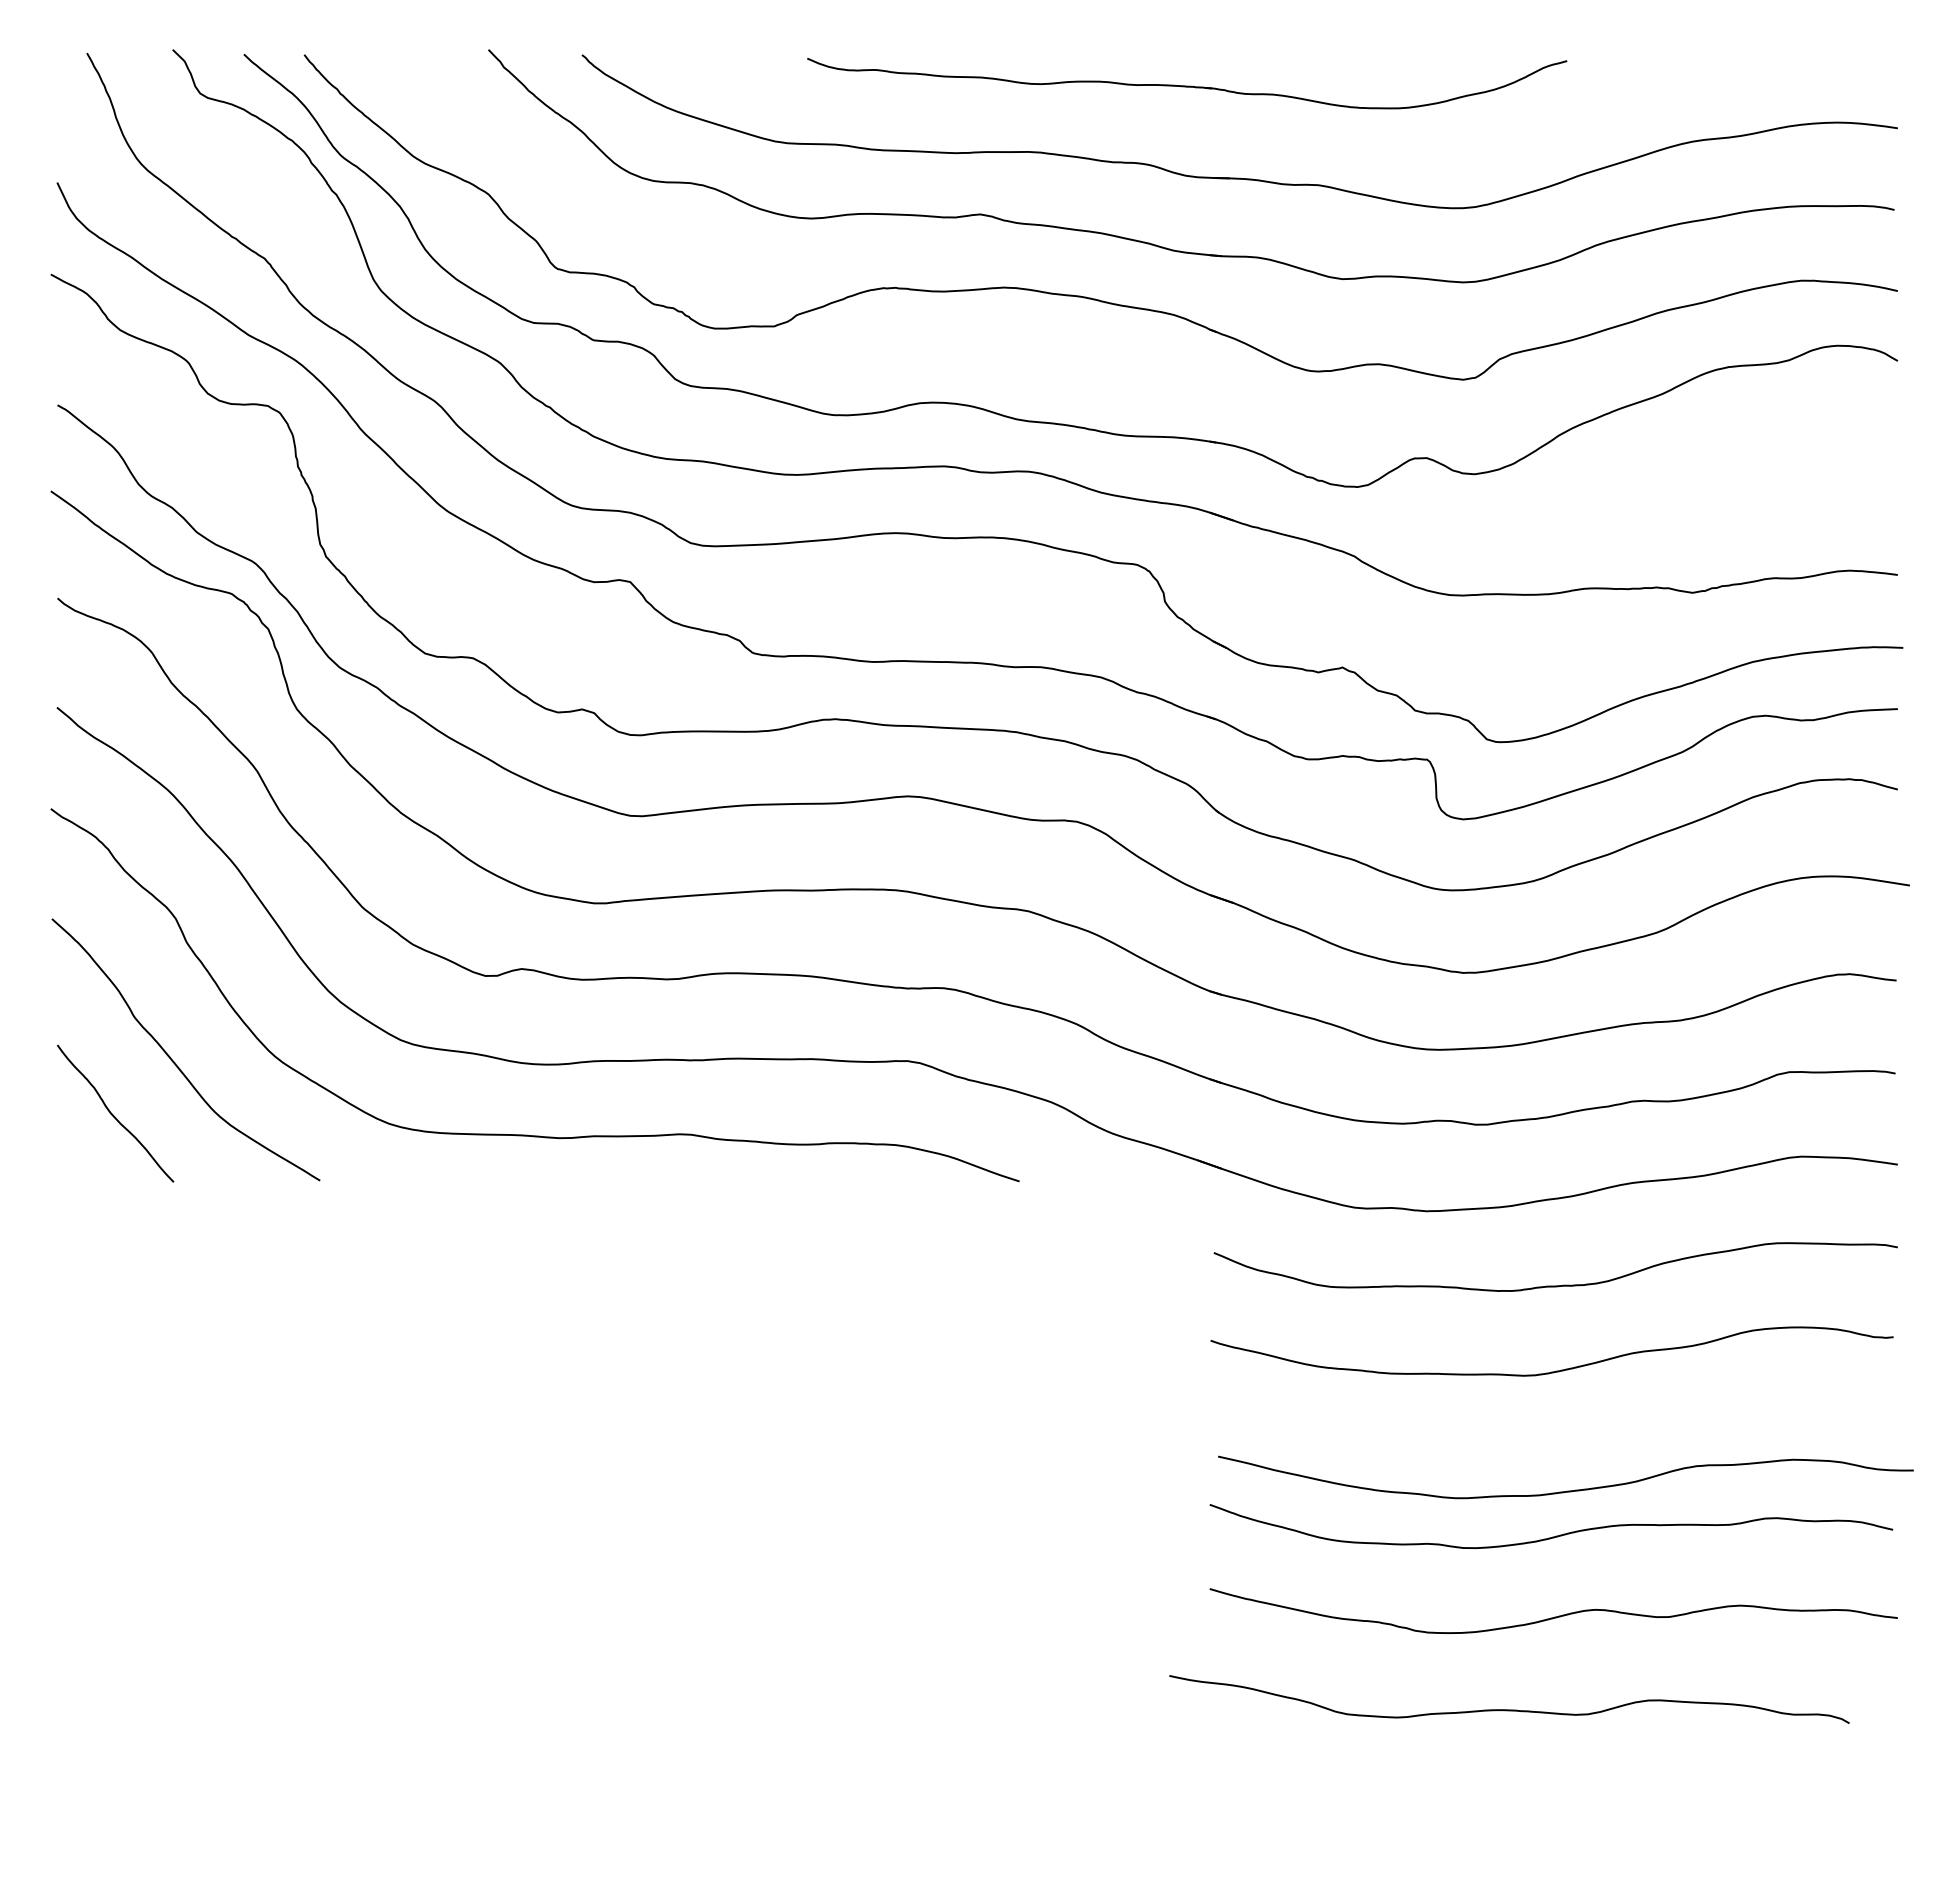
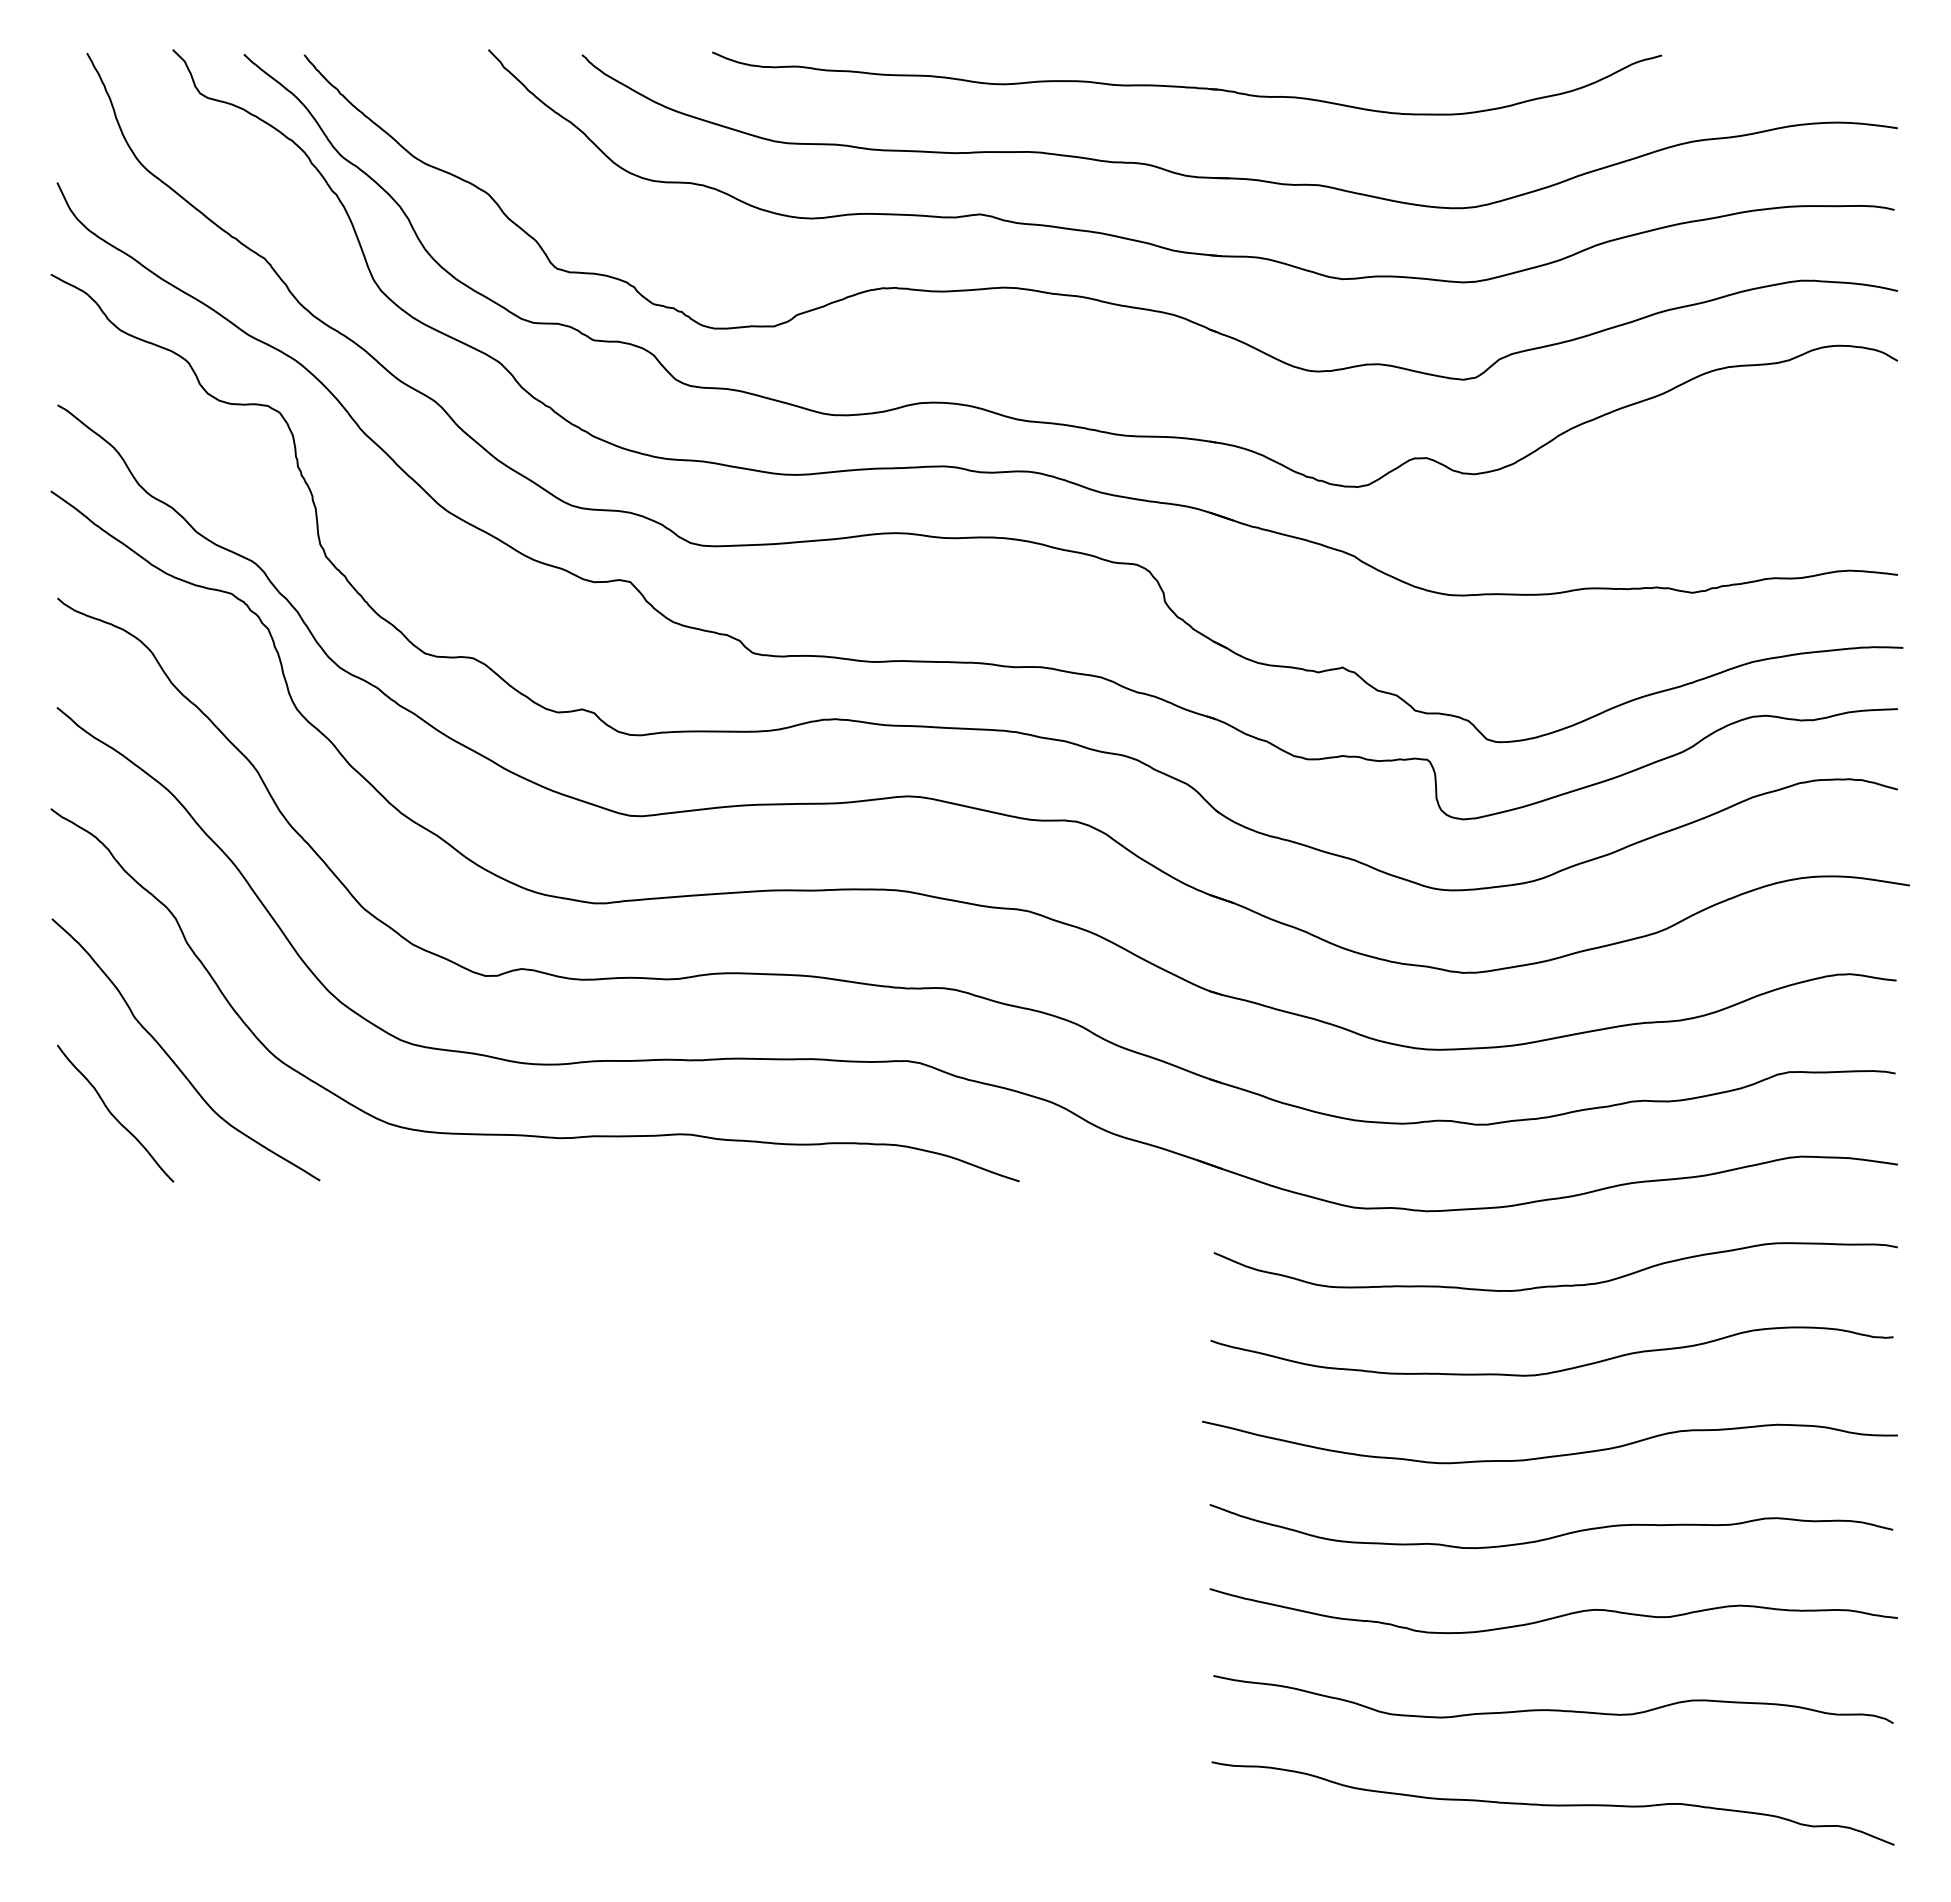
part at (1187, 83) size: 761x52 px -> 951x65 px
curve at (1567, 1490) position: (1567, 1490) -> (1551, 1455)
curve at (1509, 1709) position: (1509, 1709) -> (1553, 1709)
curve at (1552, 1804): none -> present
